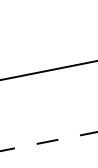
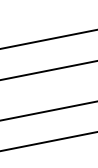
line at (48, 39): none -> present
line at (48, 111): none -> present
line at (49, 141): dashed -> solid
